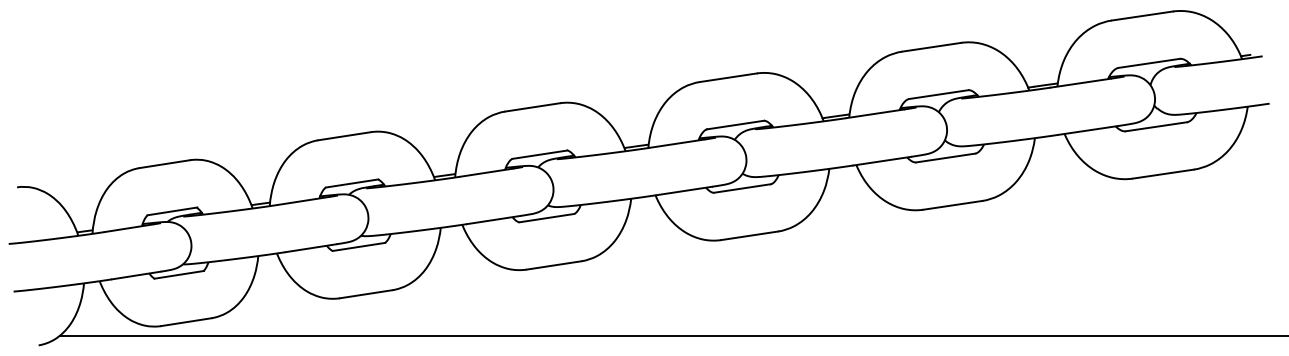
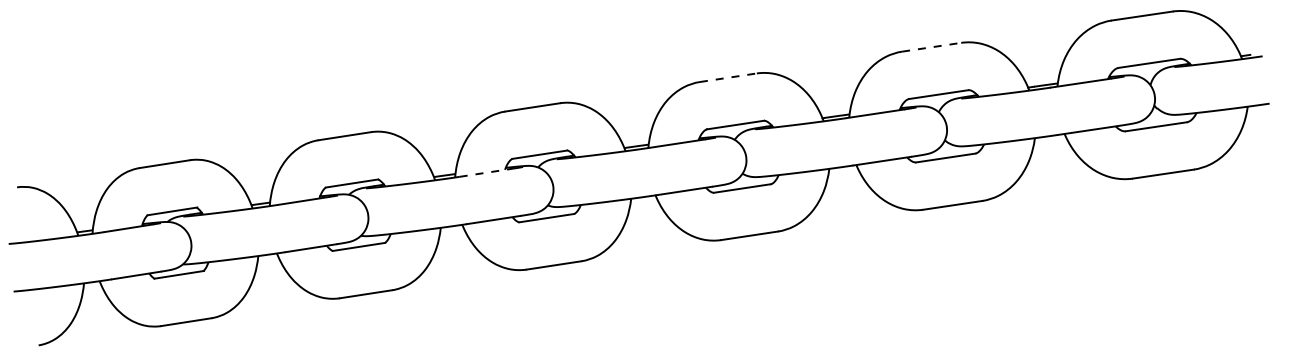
line at (931, 47): solid -> dashed
line at (728, 77): solid -> dashed
line at (486, 172): solid -> dashed
line at (672, 335): present -> none
